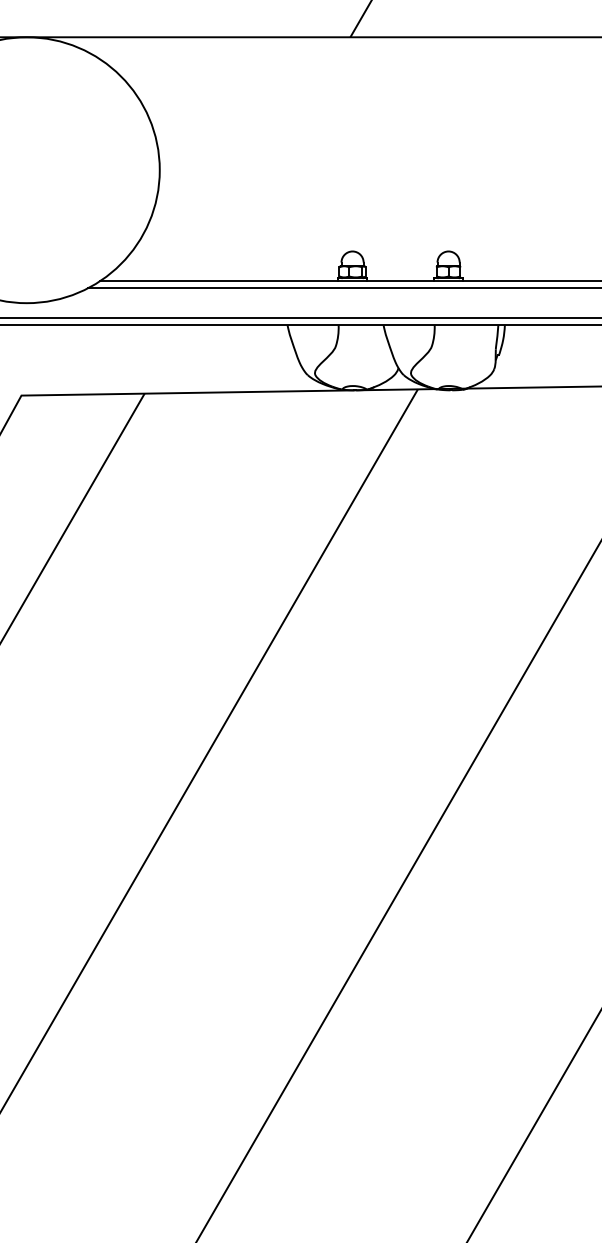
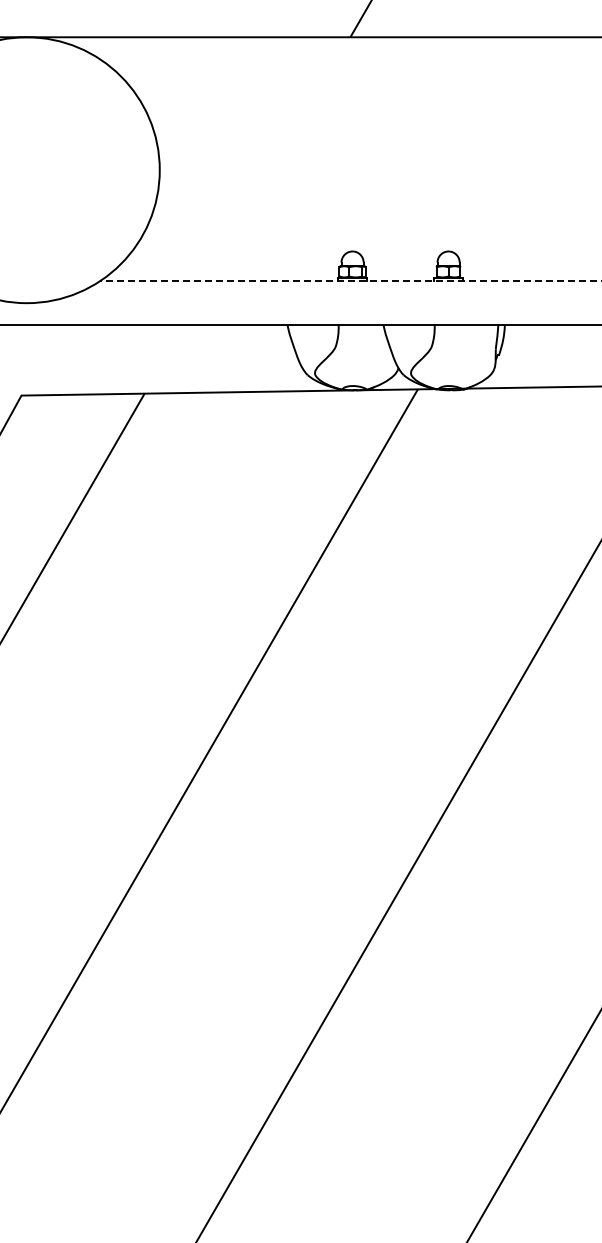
line at (350, 281): solid -> dashed
line at (342, 288): present -> none
line at (300, 317): present -> none
